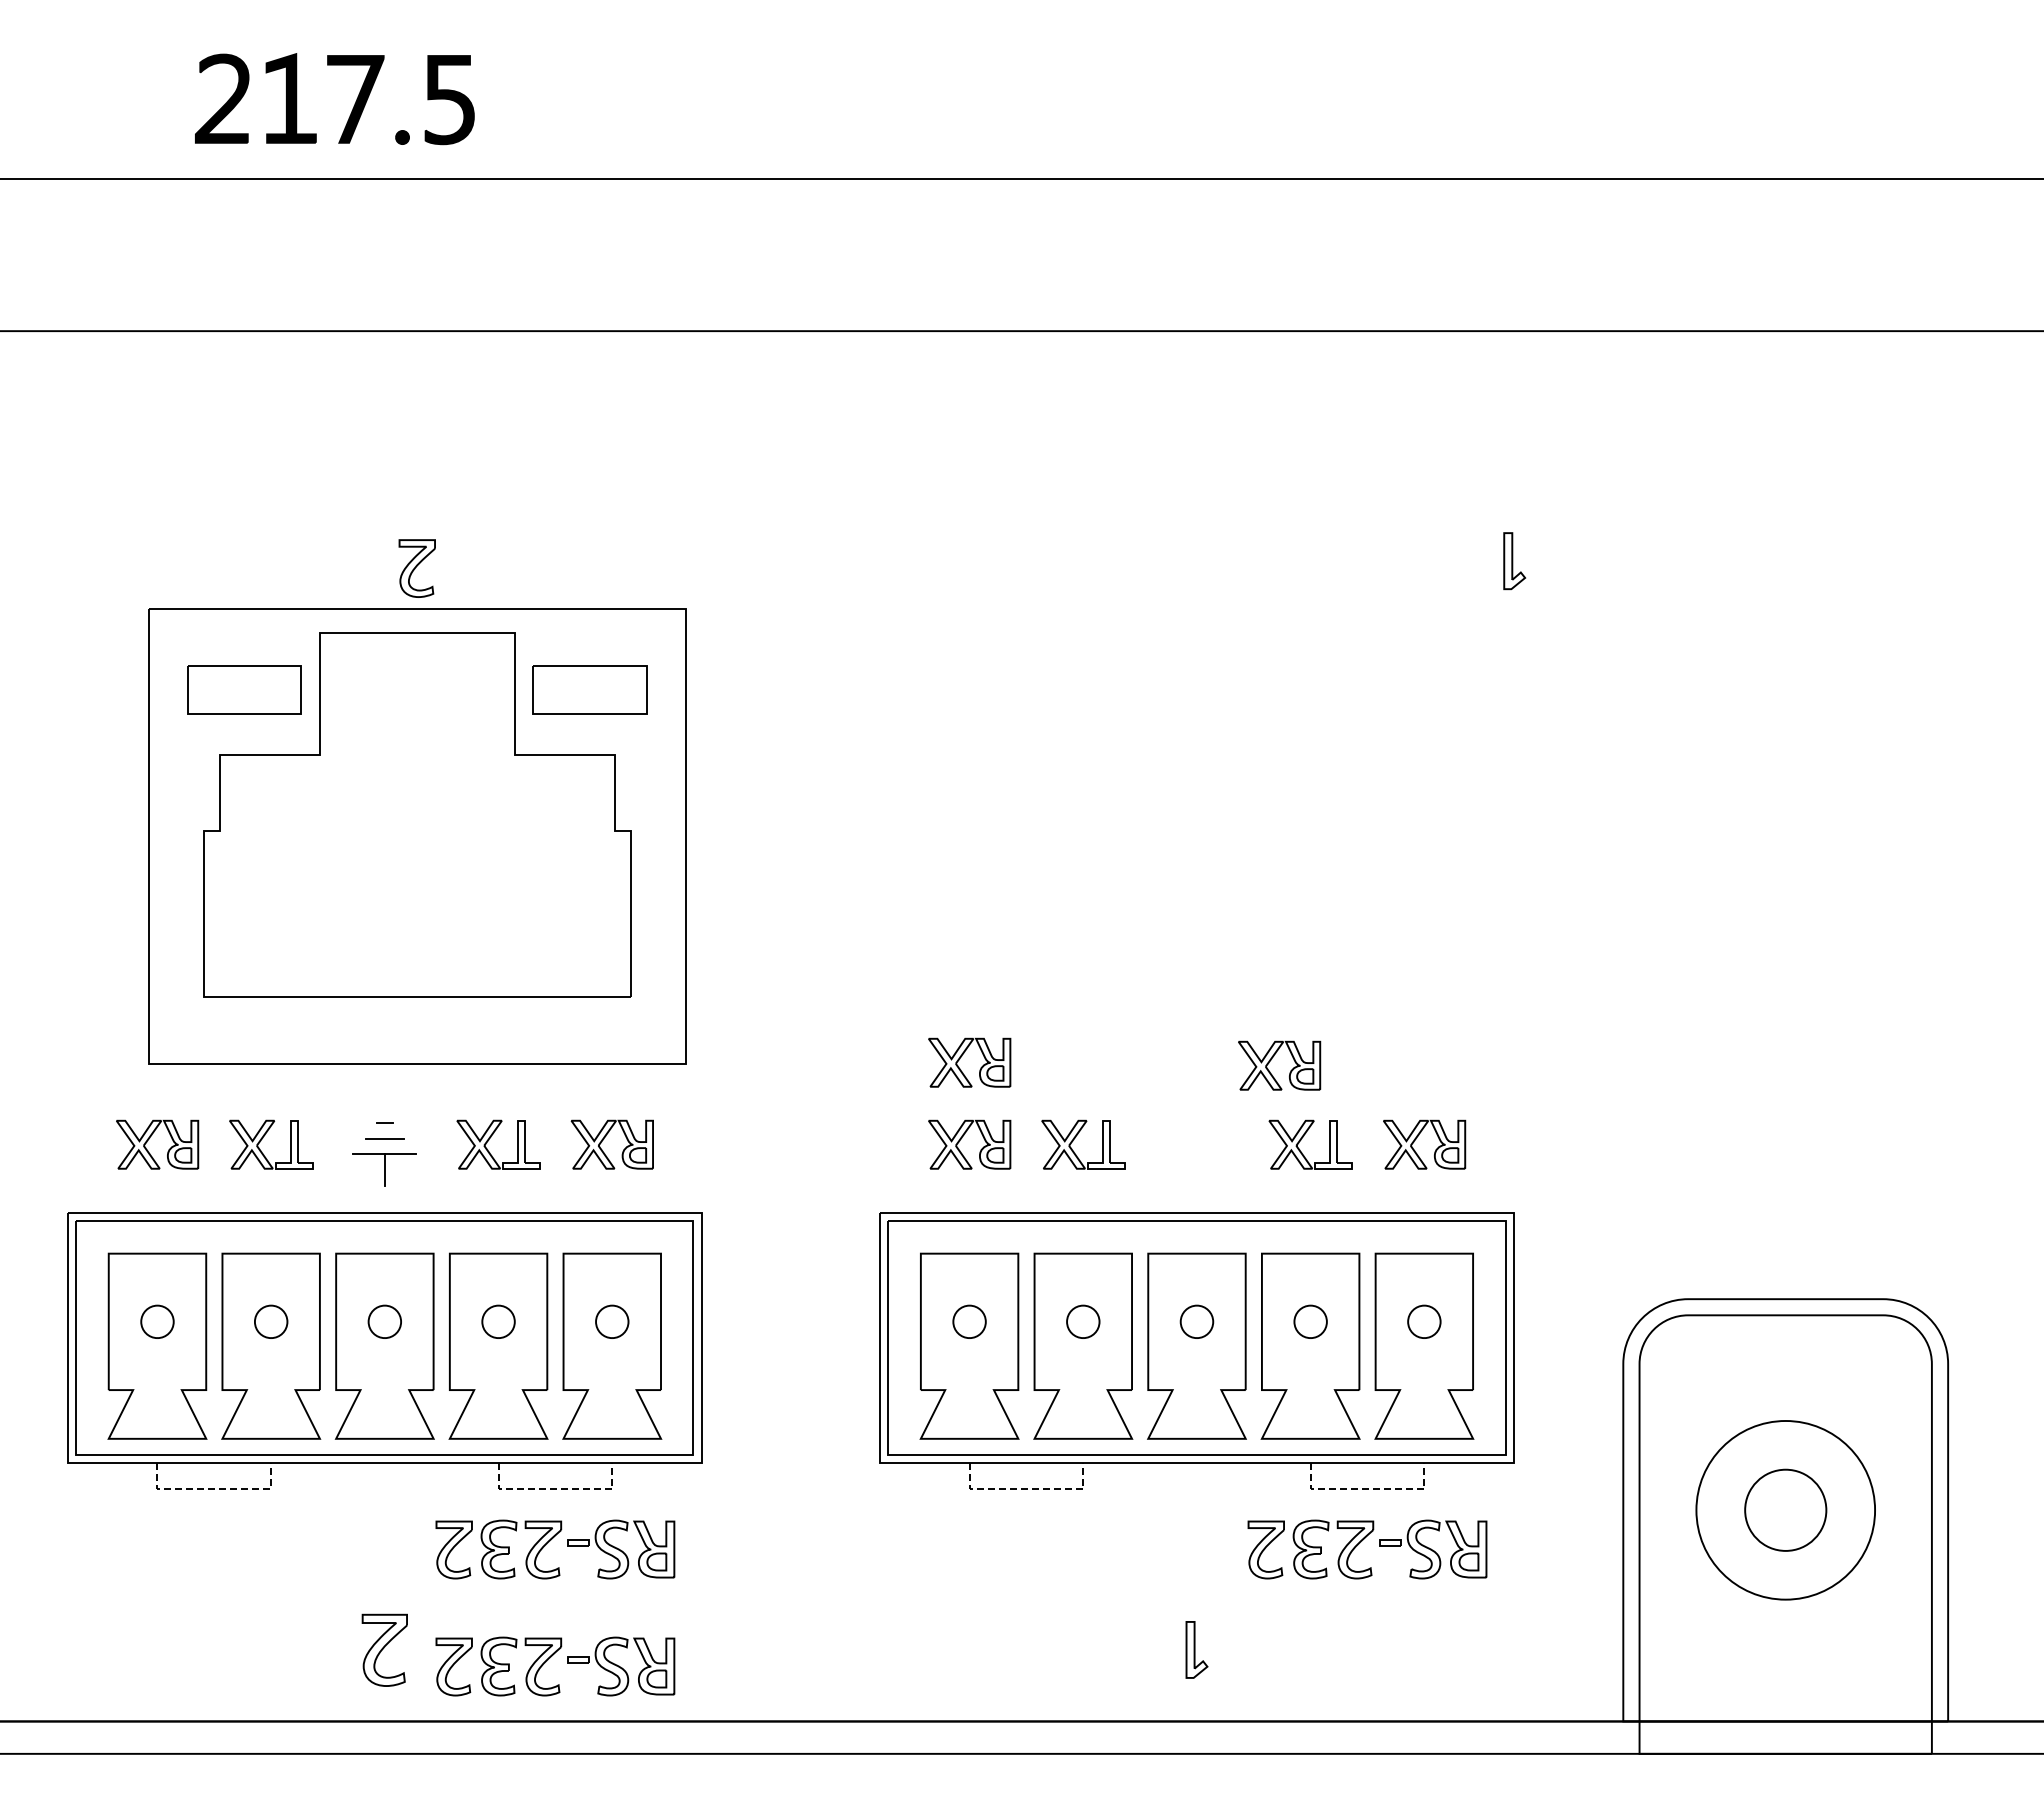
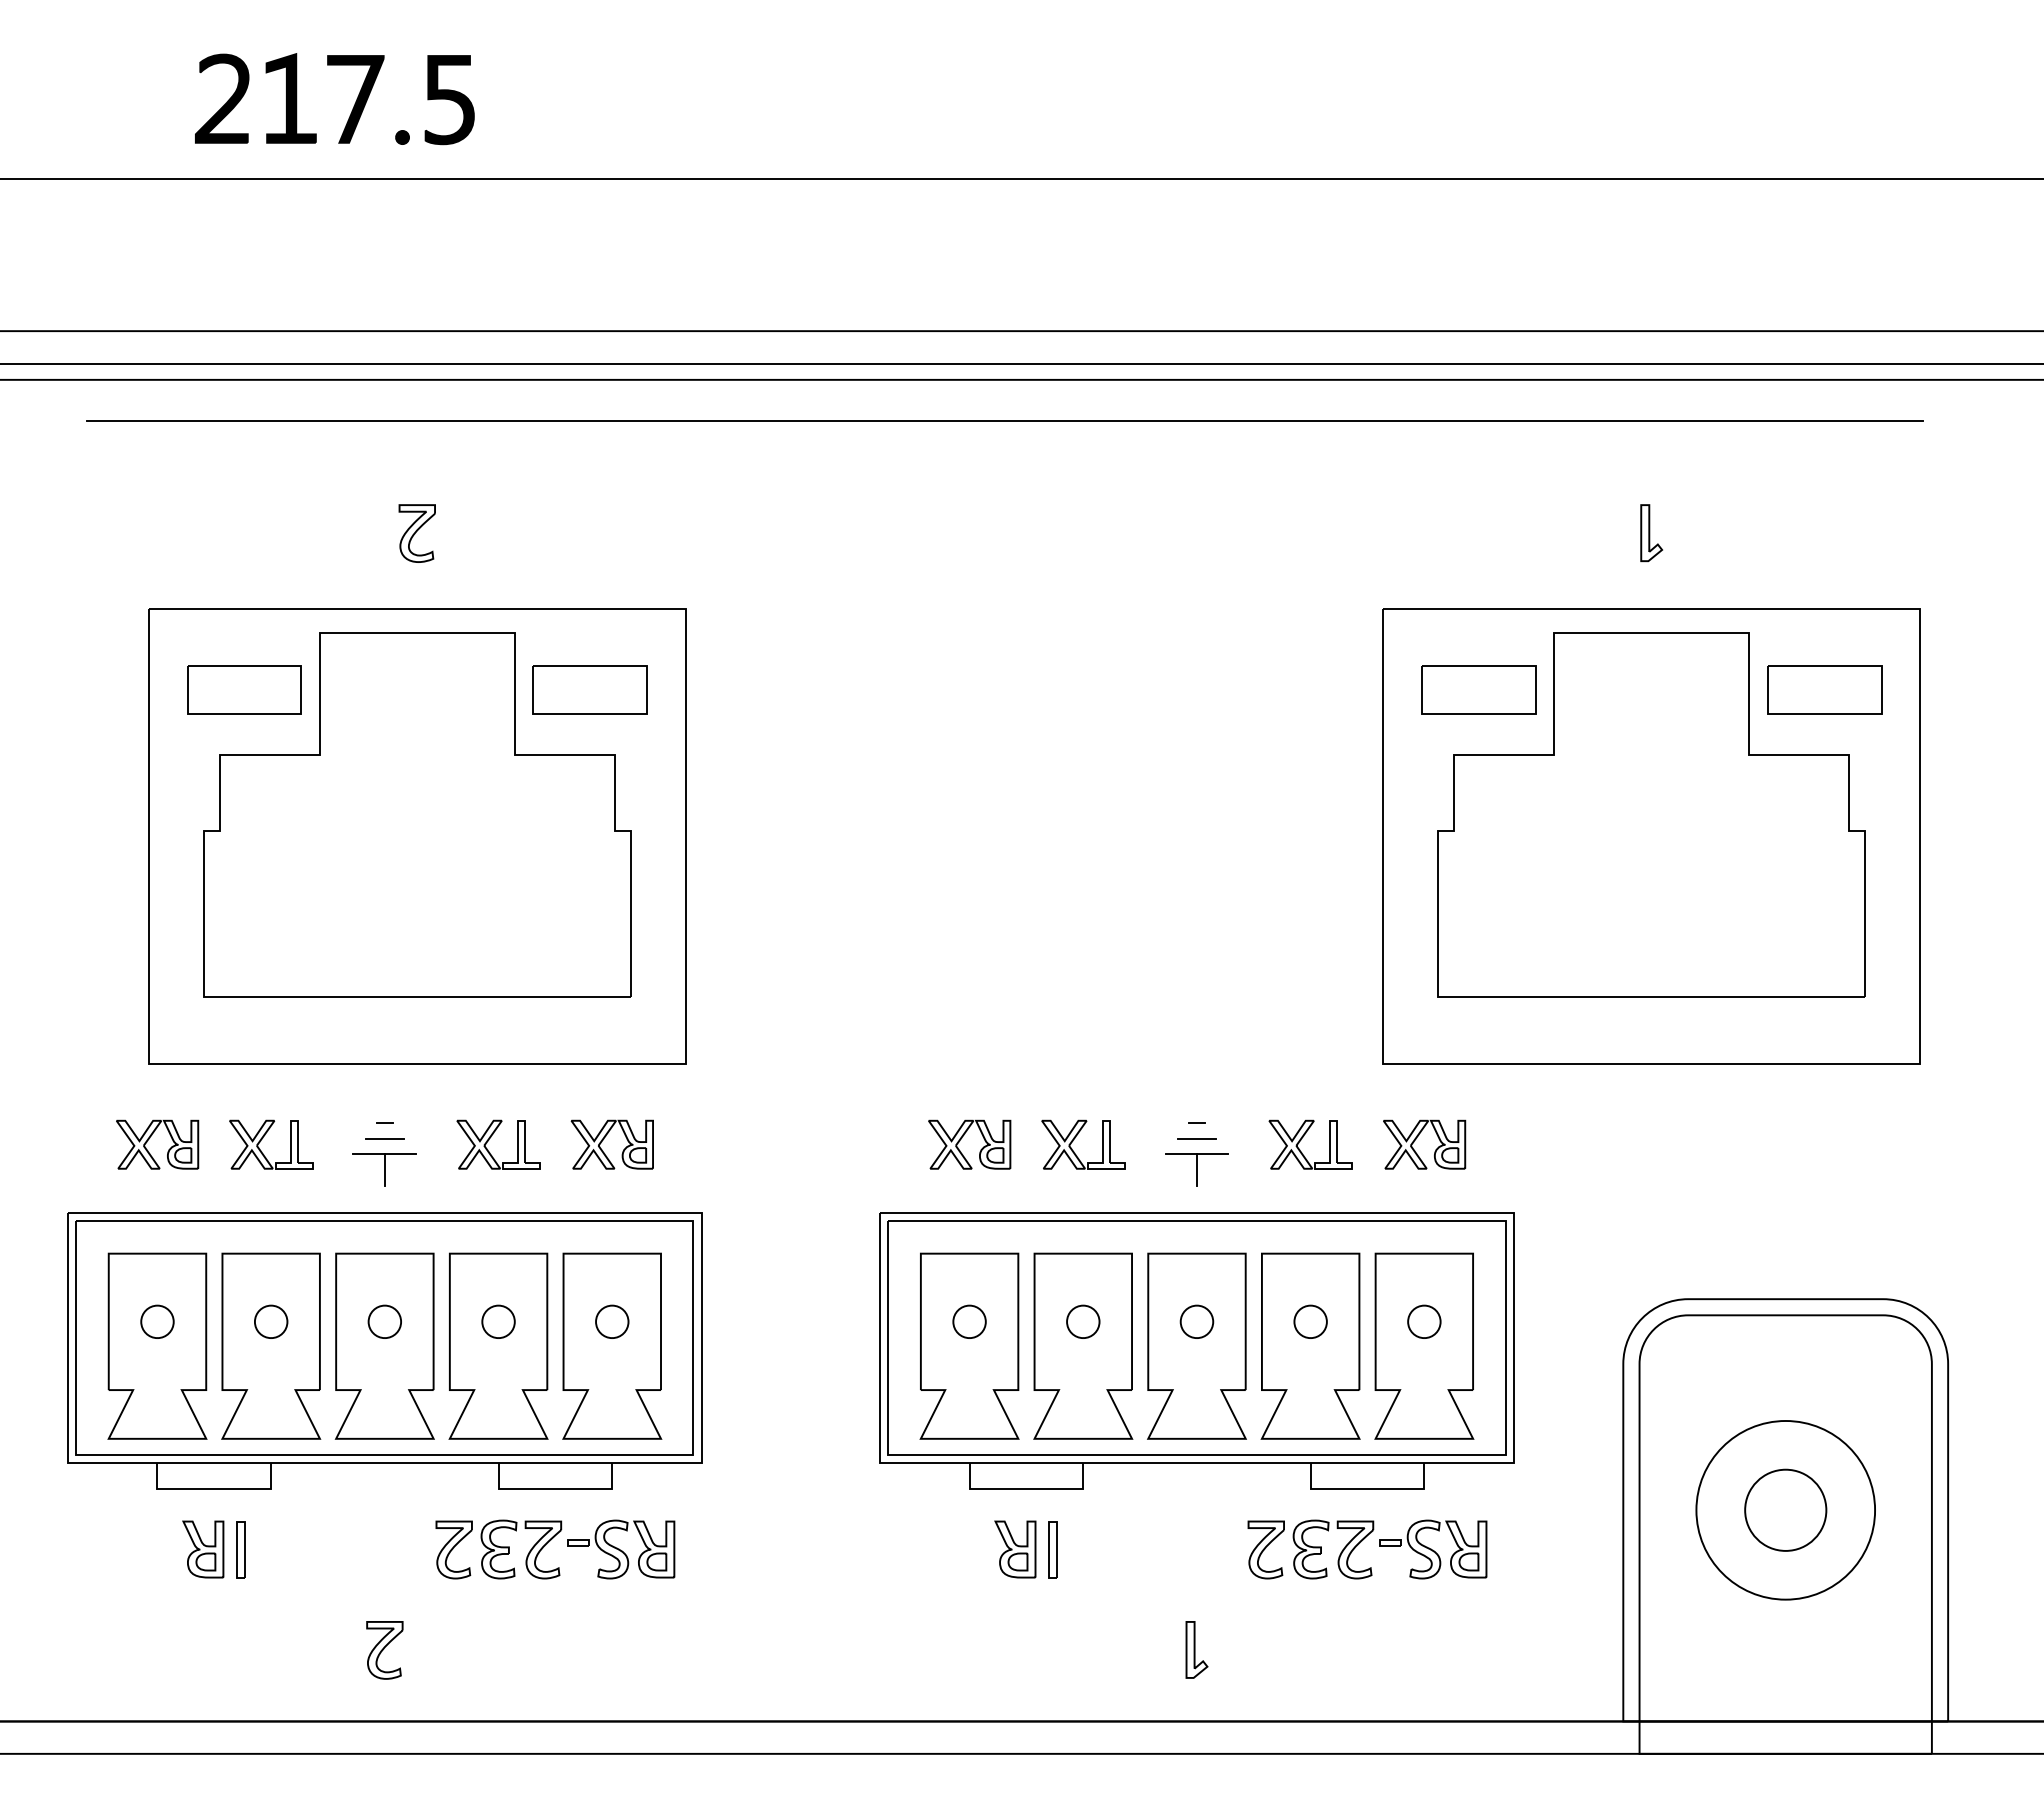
line at (1021, 363): none -> present
line at (1021, 379): none -> present
line at (1004, 420): none -> present
part at (1514, 561) position: (1514, 561) -> (1651, 533)
part at (416, 568) position: (416, 568) -> (416, 533)
part at (1651, 836): none -> present
part at (962, 1056): present -> none
part at (1271, 1060): present -> none
part at (1196, 1154): none -> present
line at (214, 1489): dashed -> solid
line at (555, 1489): dashed -> solid
line at (1026, 1489): dashed -> solid
line at (1367, 1489): dashed -> solid
part at (213, 1549): none -> present
part at (1025, 1549): none -> present
part at (384, 1649) size: 47x74 px -> 38x59 px
part at (550, 1658): present -> none
